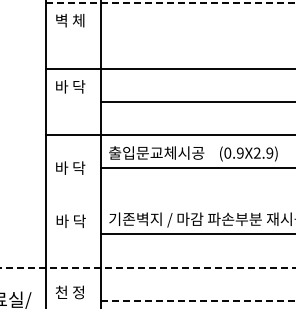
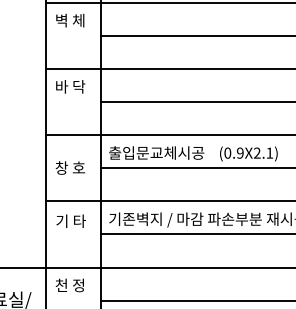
line at (170, 2): dashed -> solid
line at (196, 35): none -> present
text at (269, 152): (0.9X2.9) -> (0.9X2.1)
text at (70, 167): 바 닥 -> 창 호
line at (168, 201): none -> present
text at (70, 220): 바 닥 -> 기 타
line at (148, 267): dashed -> solid
text at (69, 292) position: (69, 292) -> (69, 285)
line at (198, 300): dashed -> solid
